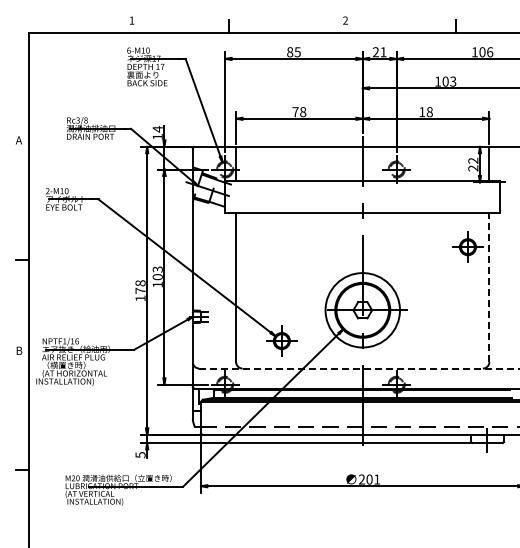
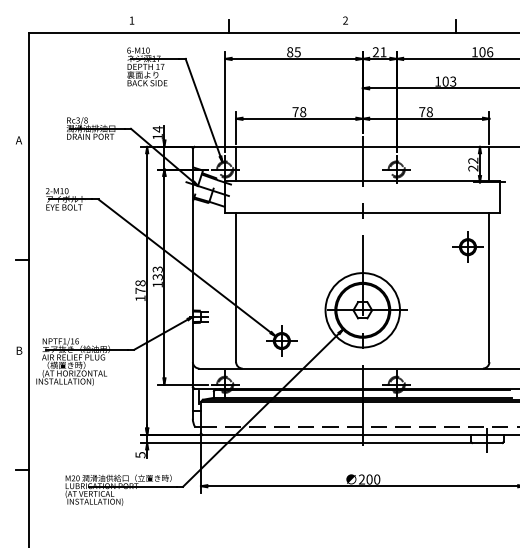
text at (422, 112): 18 -> 78
text at (157, 277): 103 -> 133
line at (489, 287): dashed -> solid
line at (360, 368): dashed -> solid
text at (377, 479): 201 -> 200
